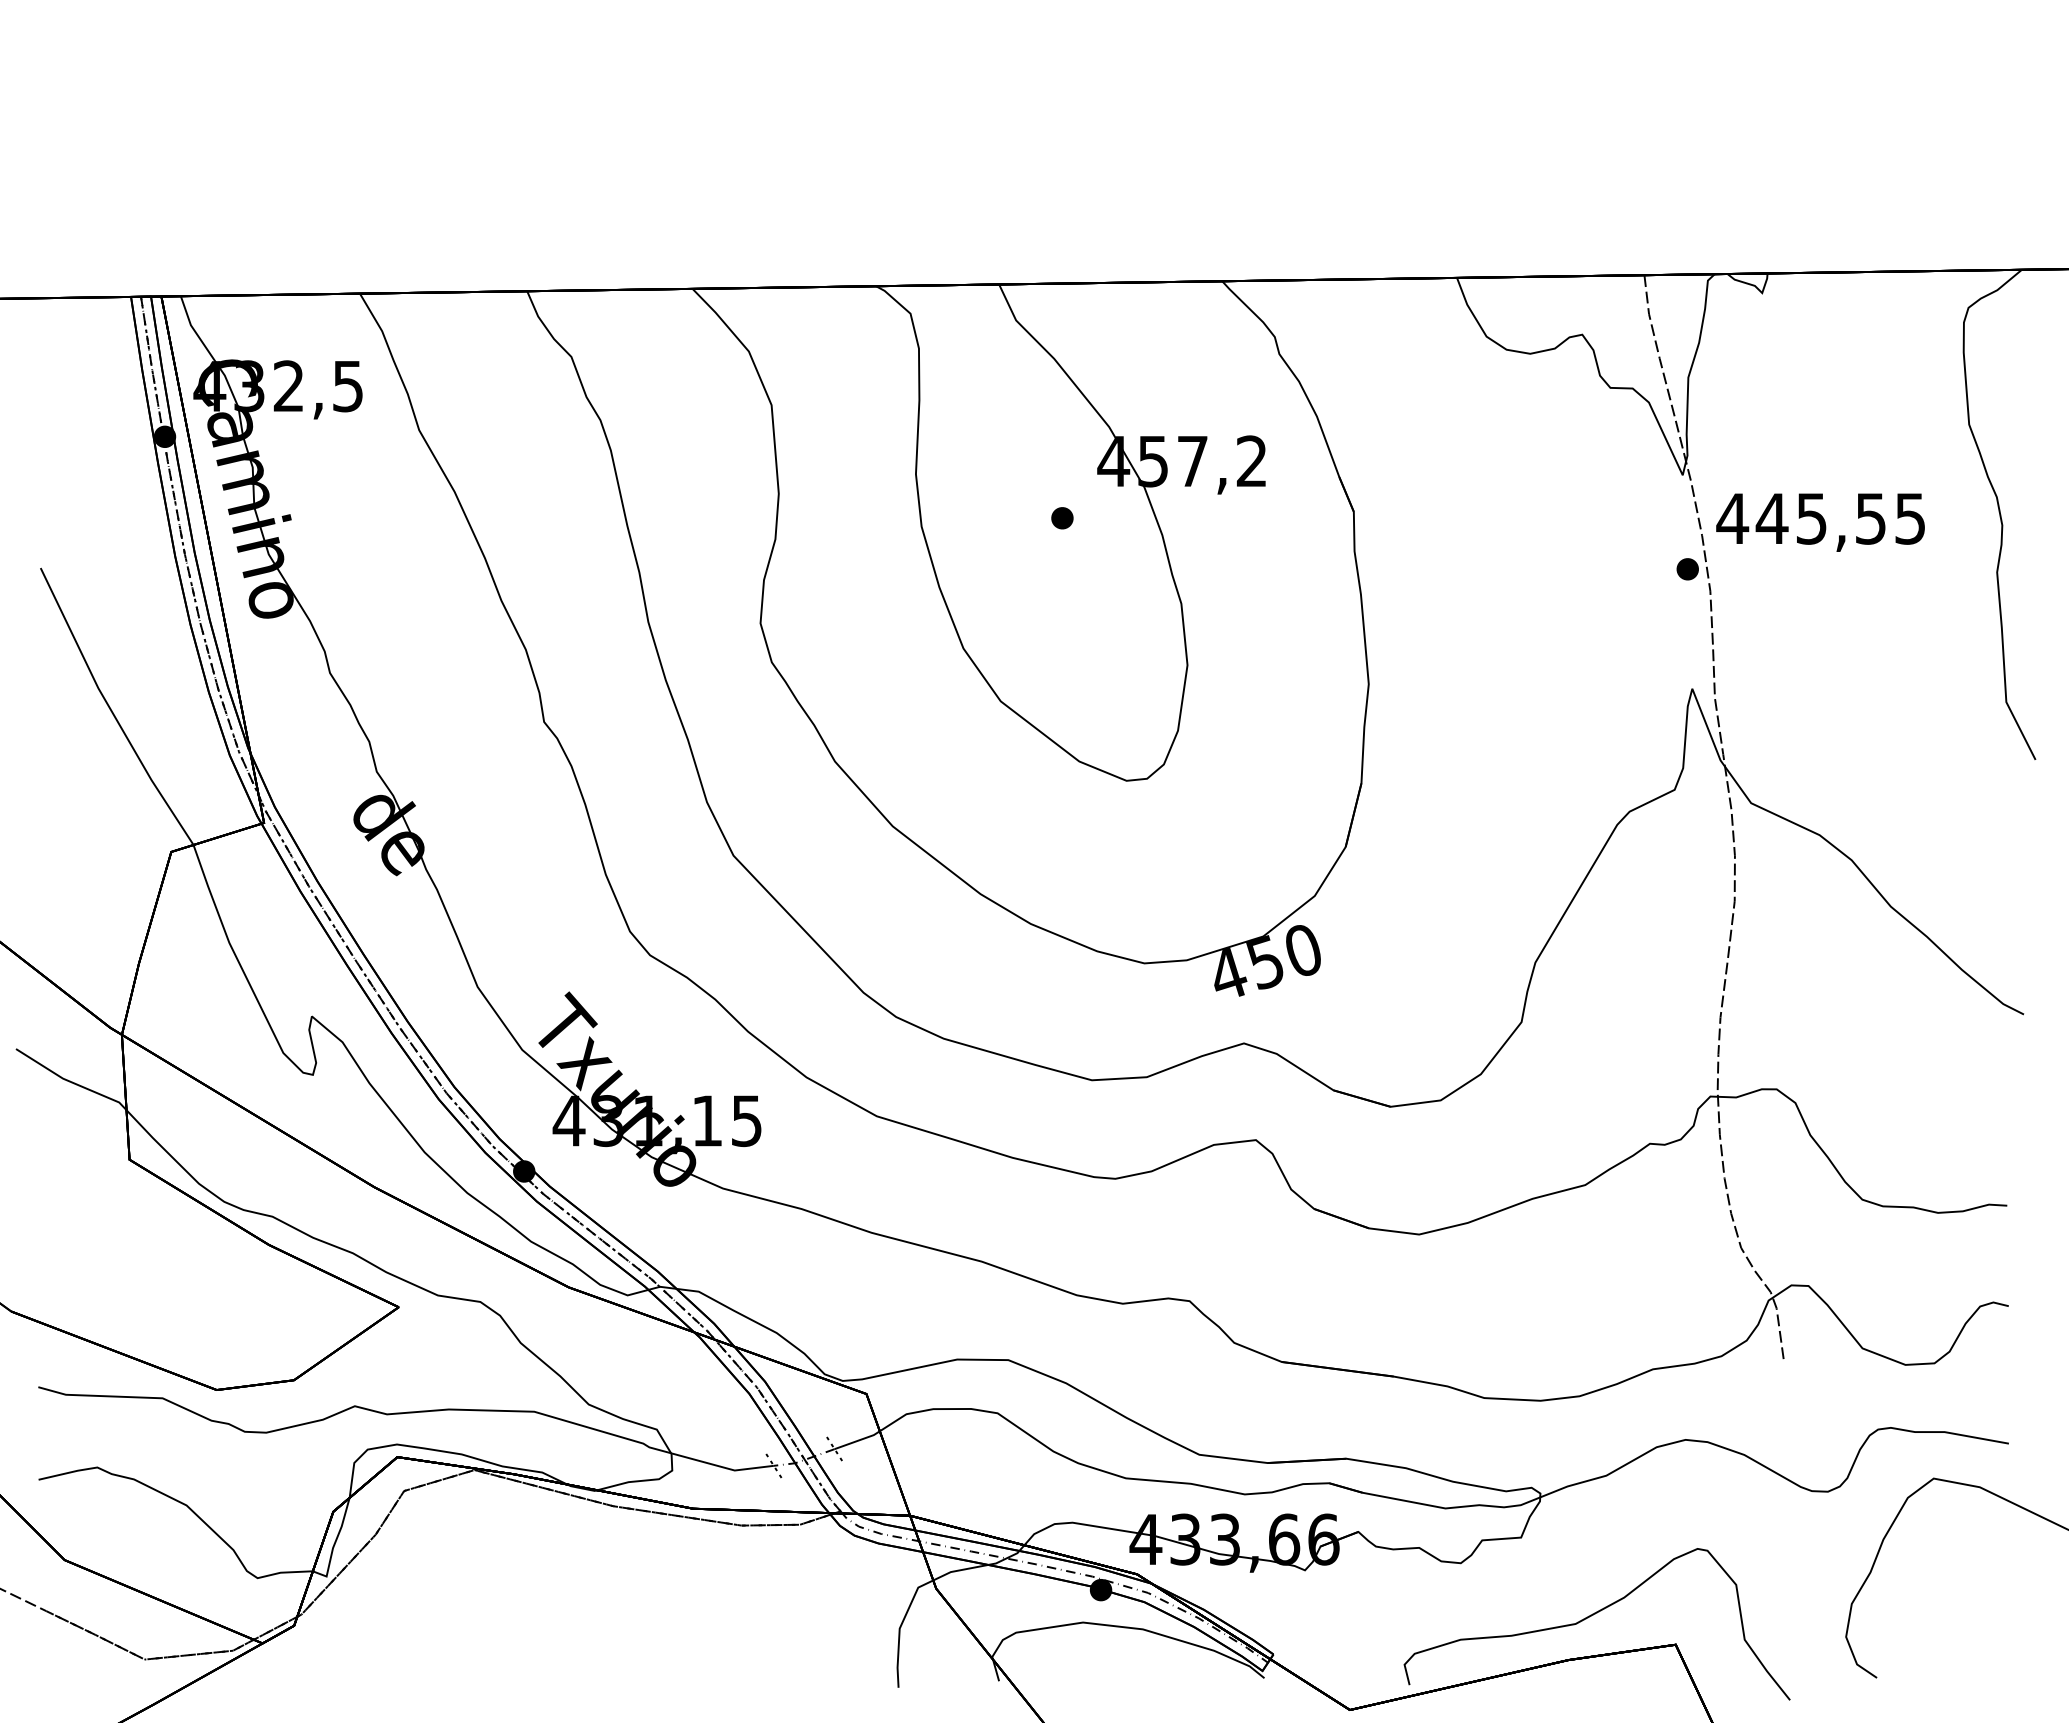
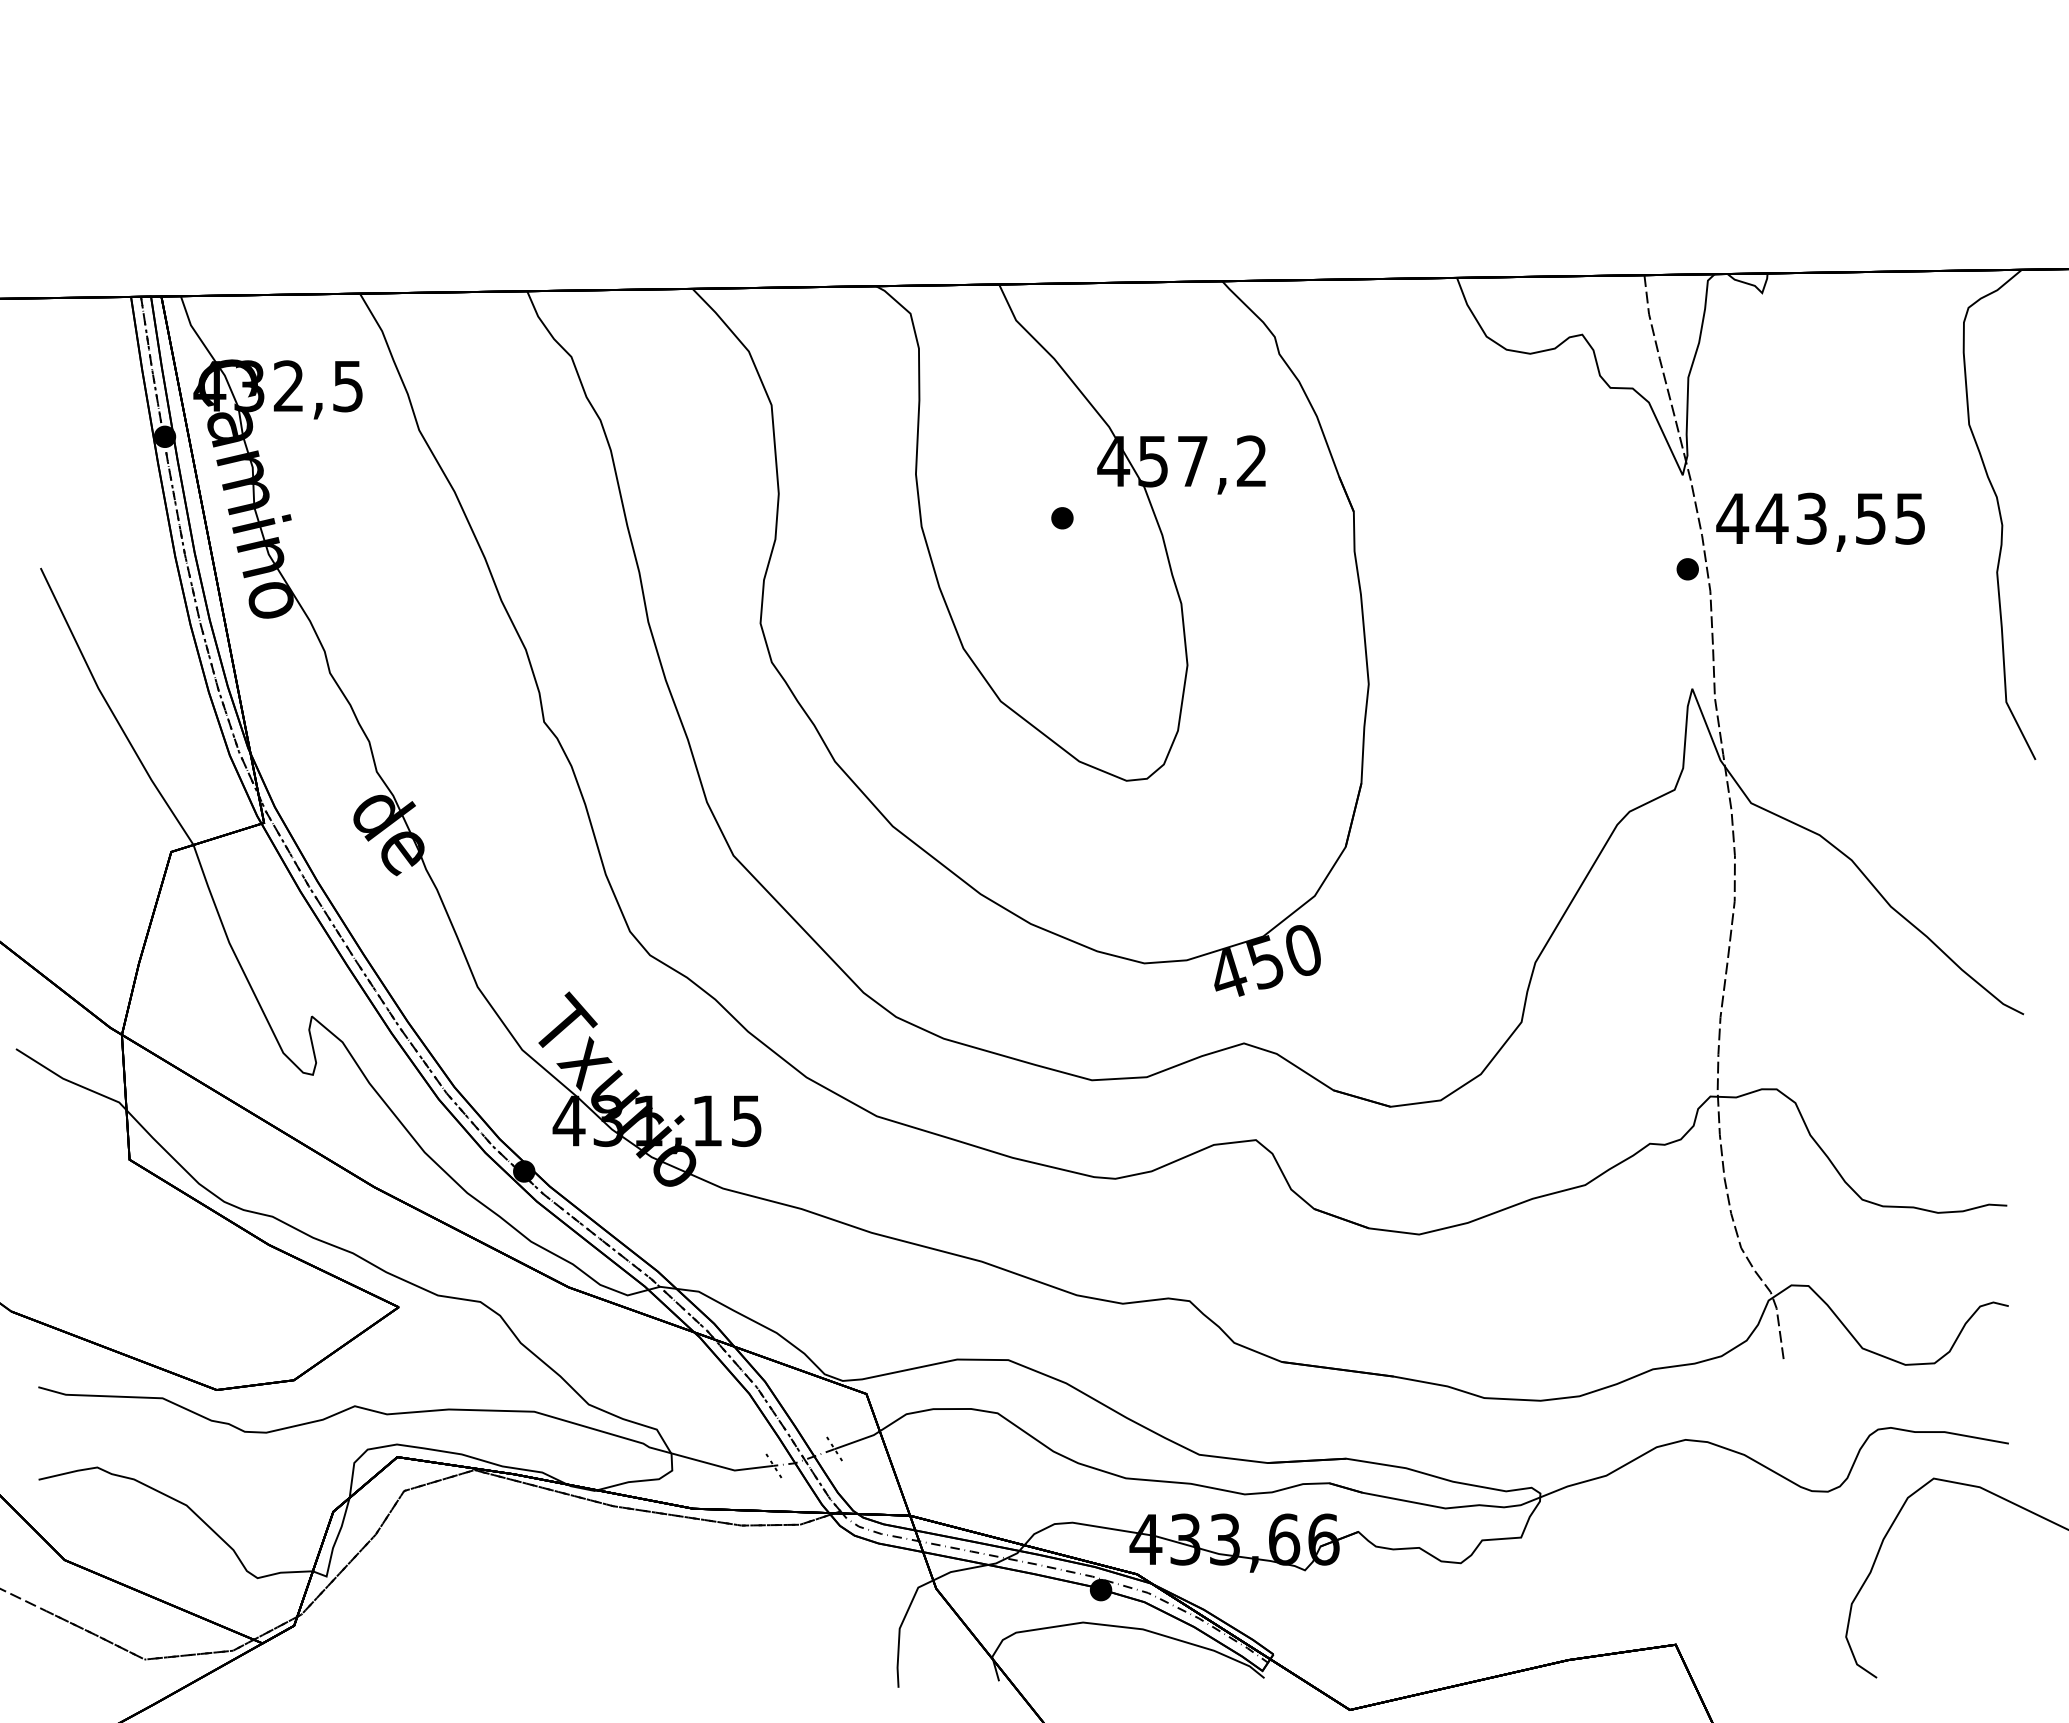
text at (1811, 518): 445,55 -> 443,55
curve at (1591, 1616): present -> none
